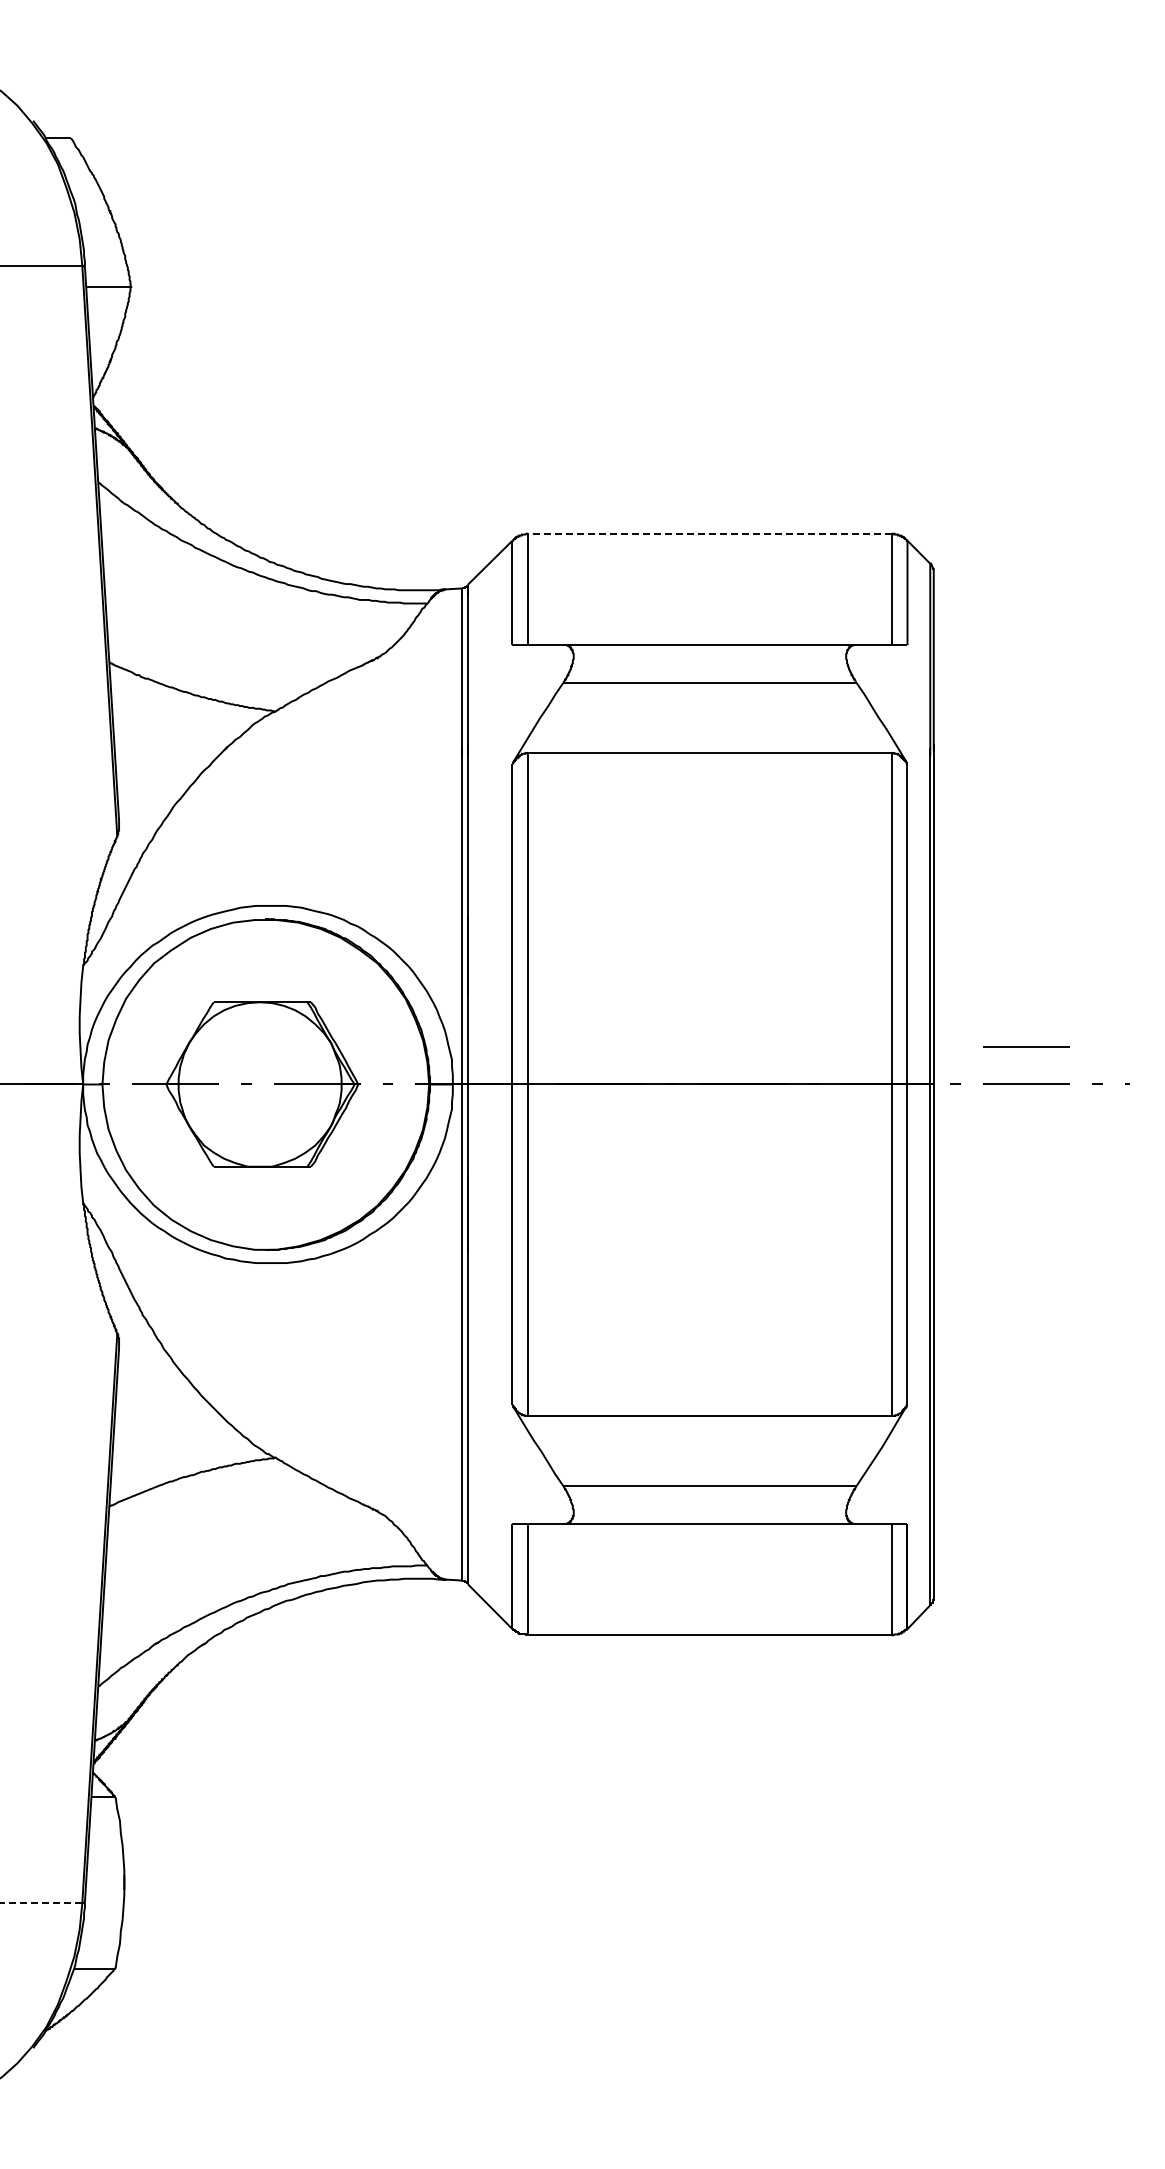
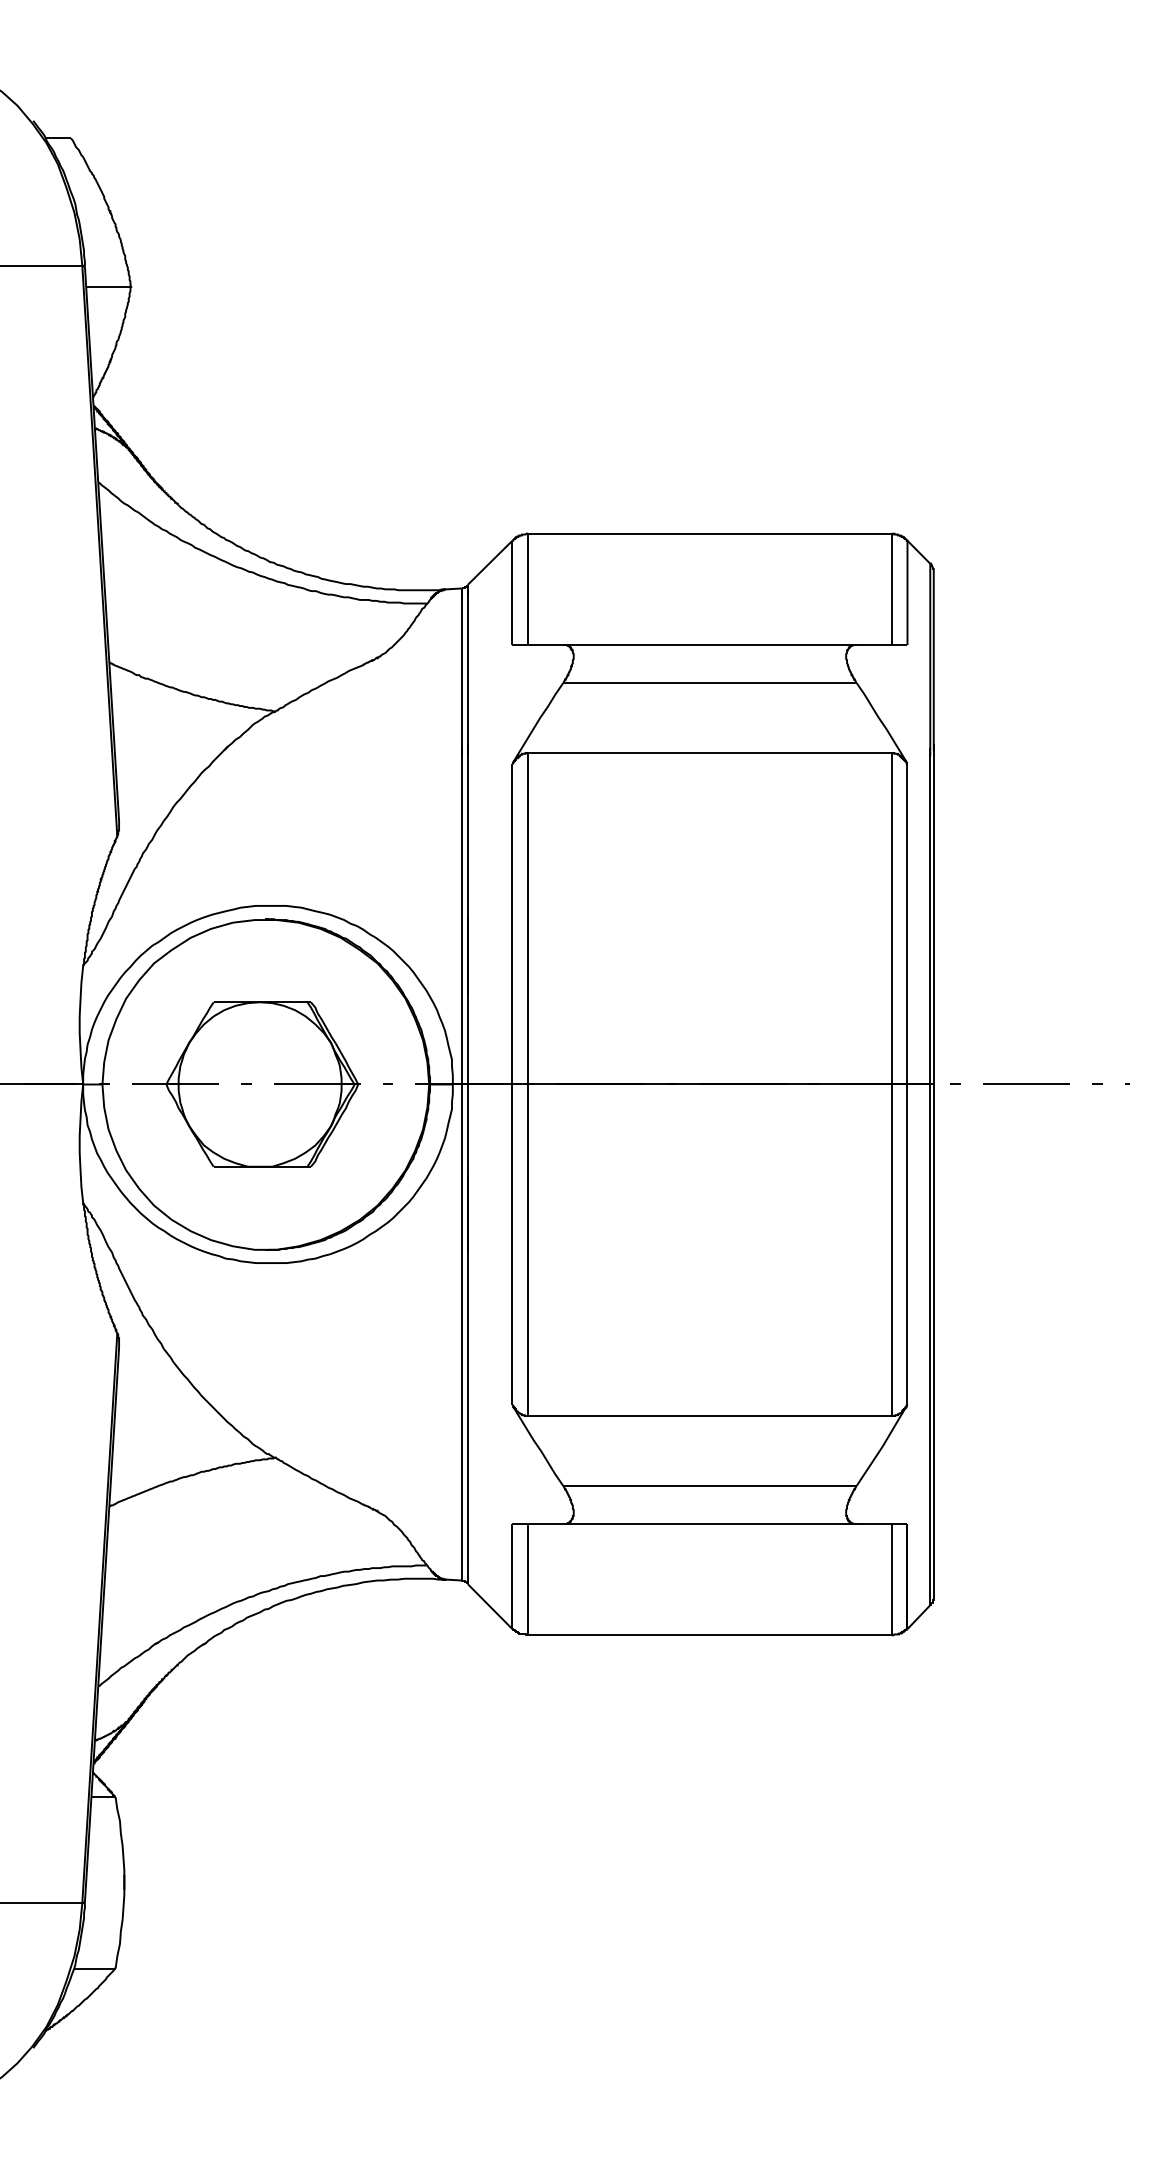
line at (709, 533): dashed -> solid
line at (1026, 1046): present -> none
line at (41, 1903): dashed -> solid
